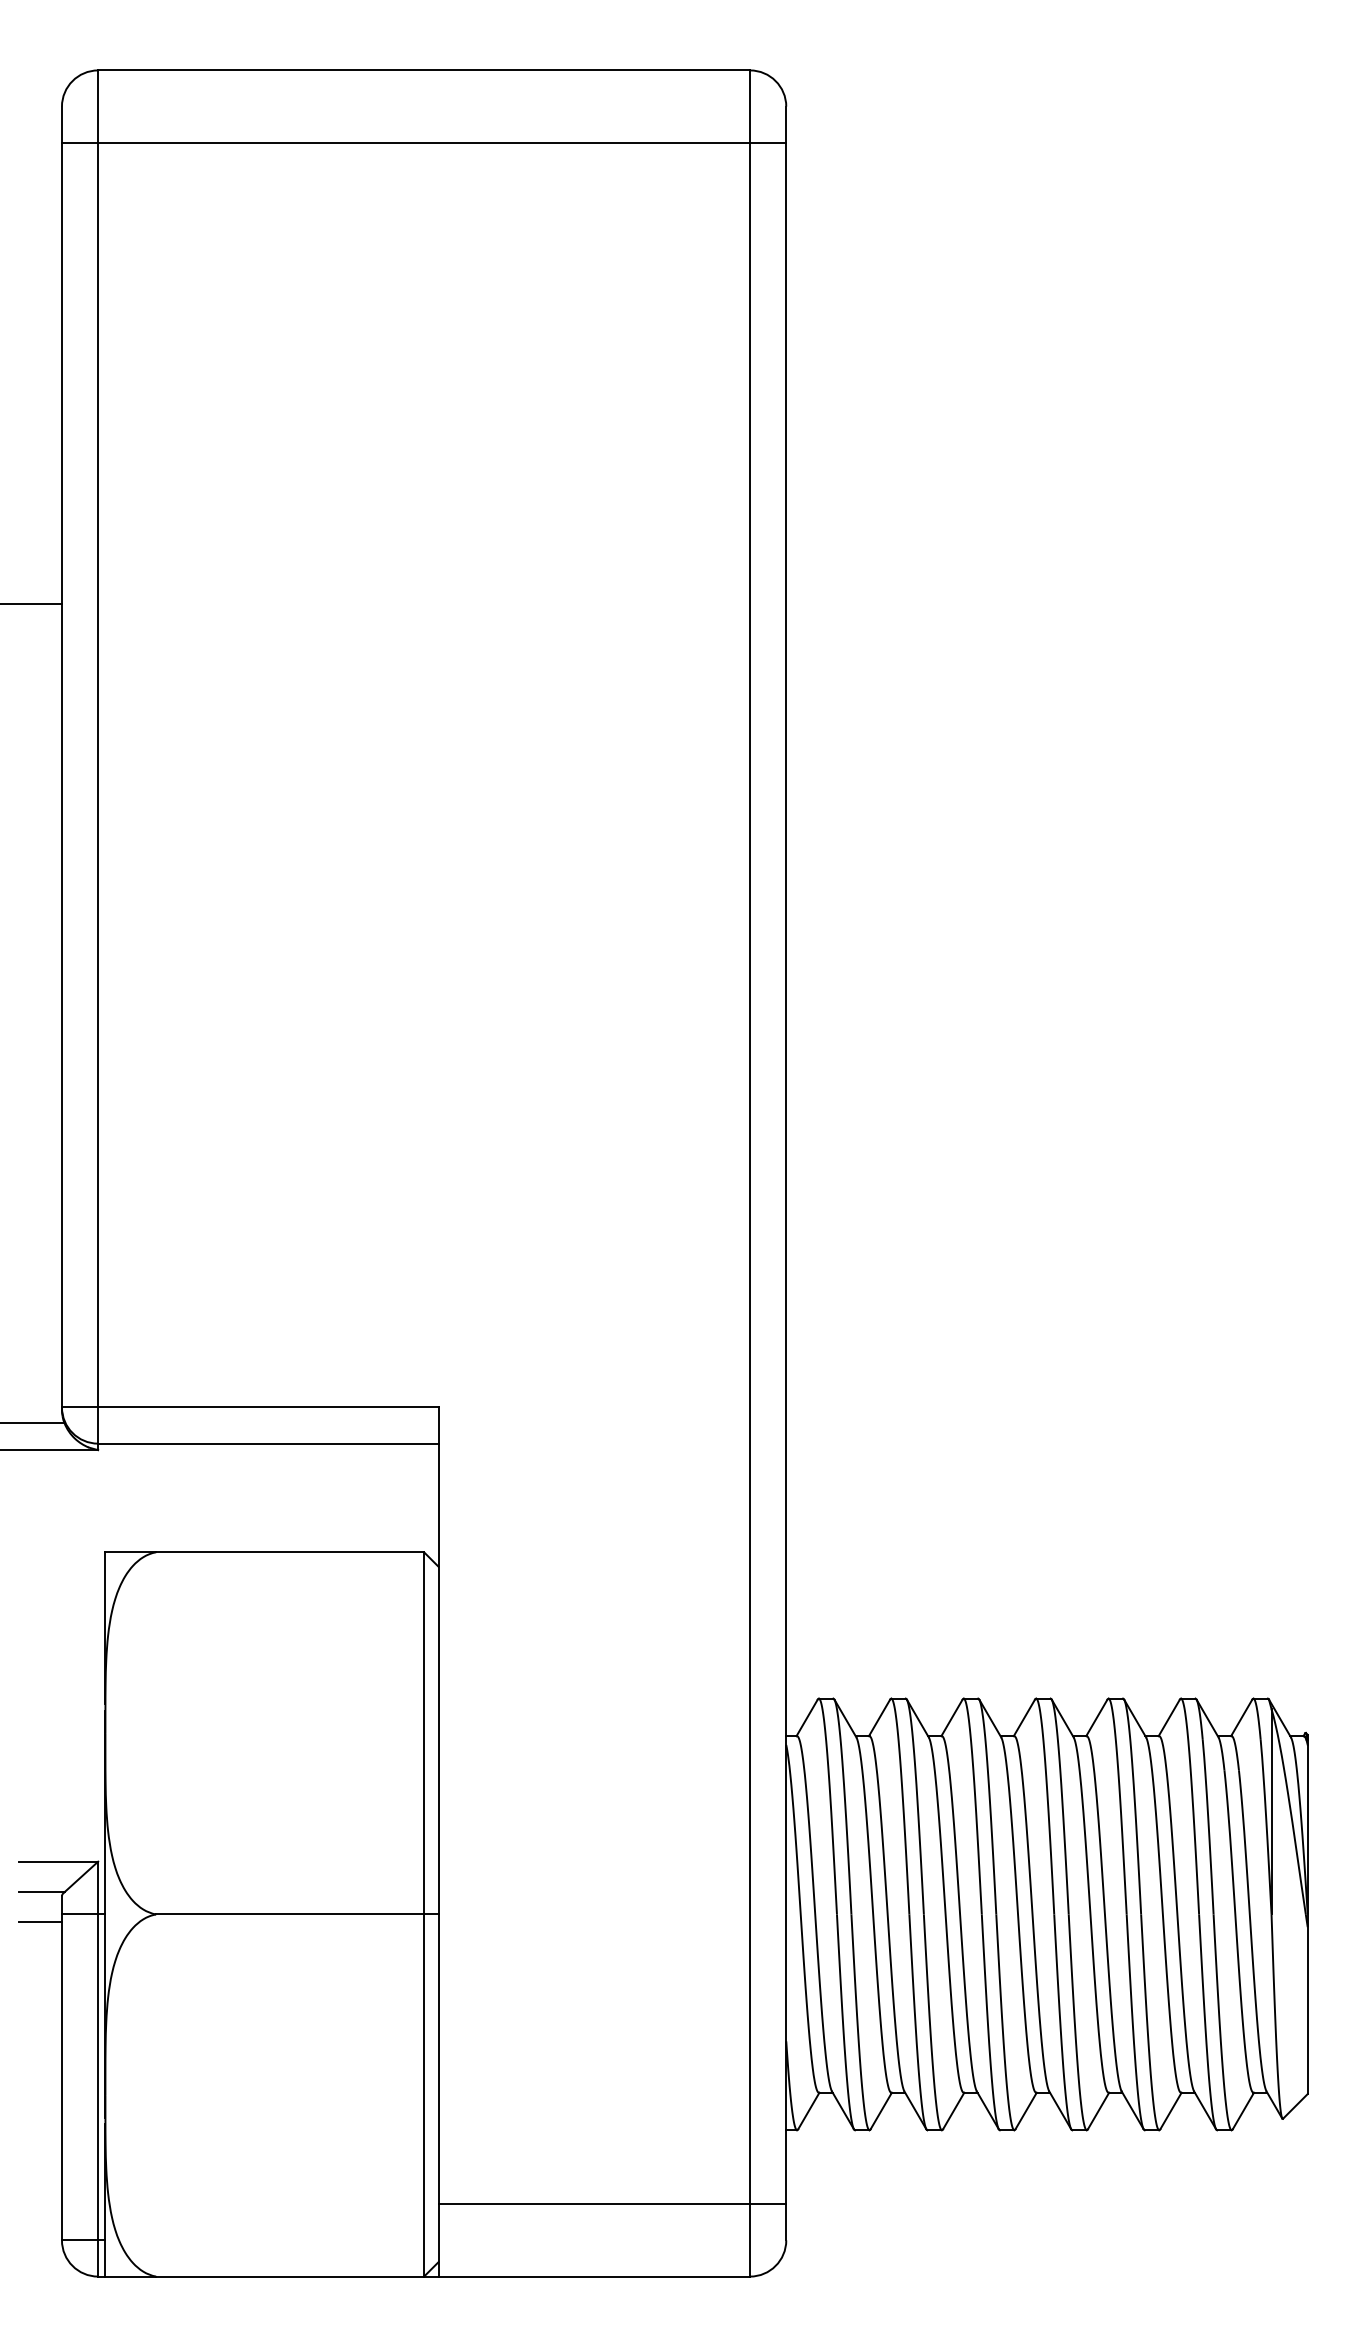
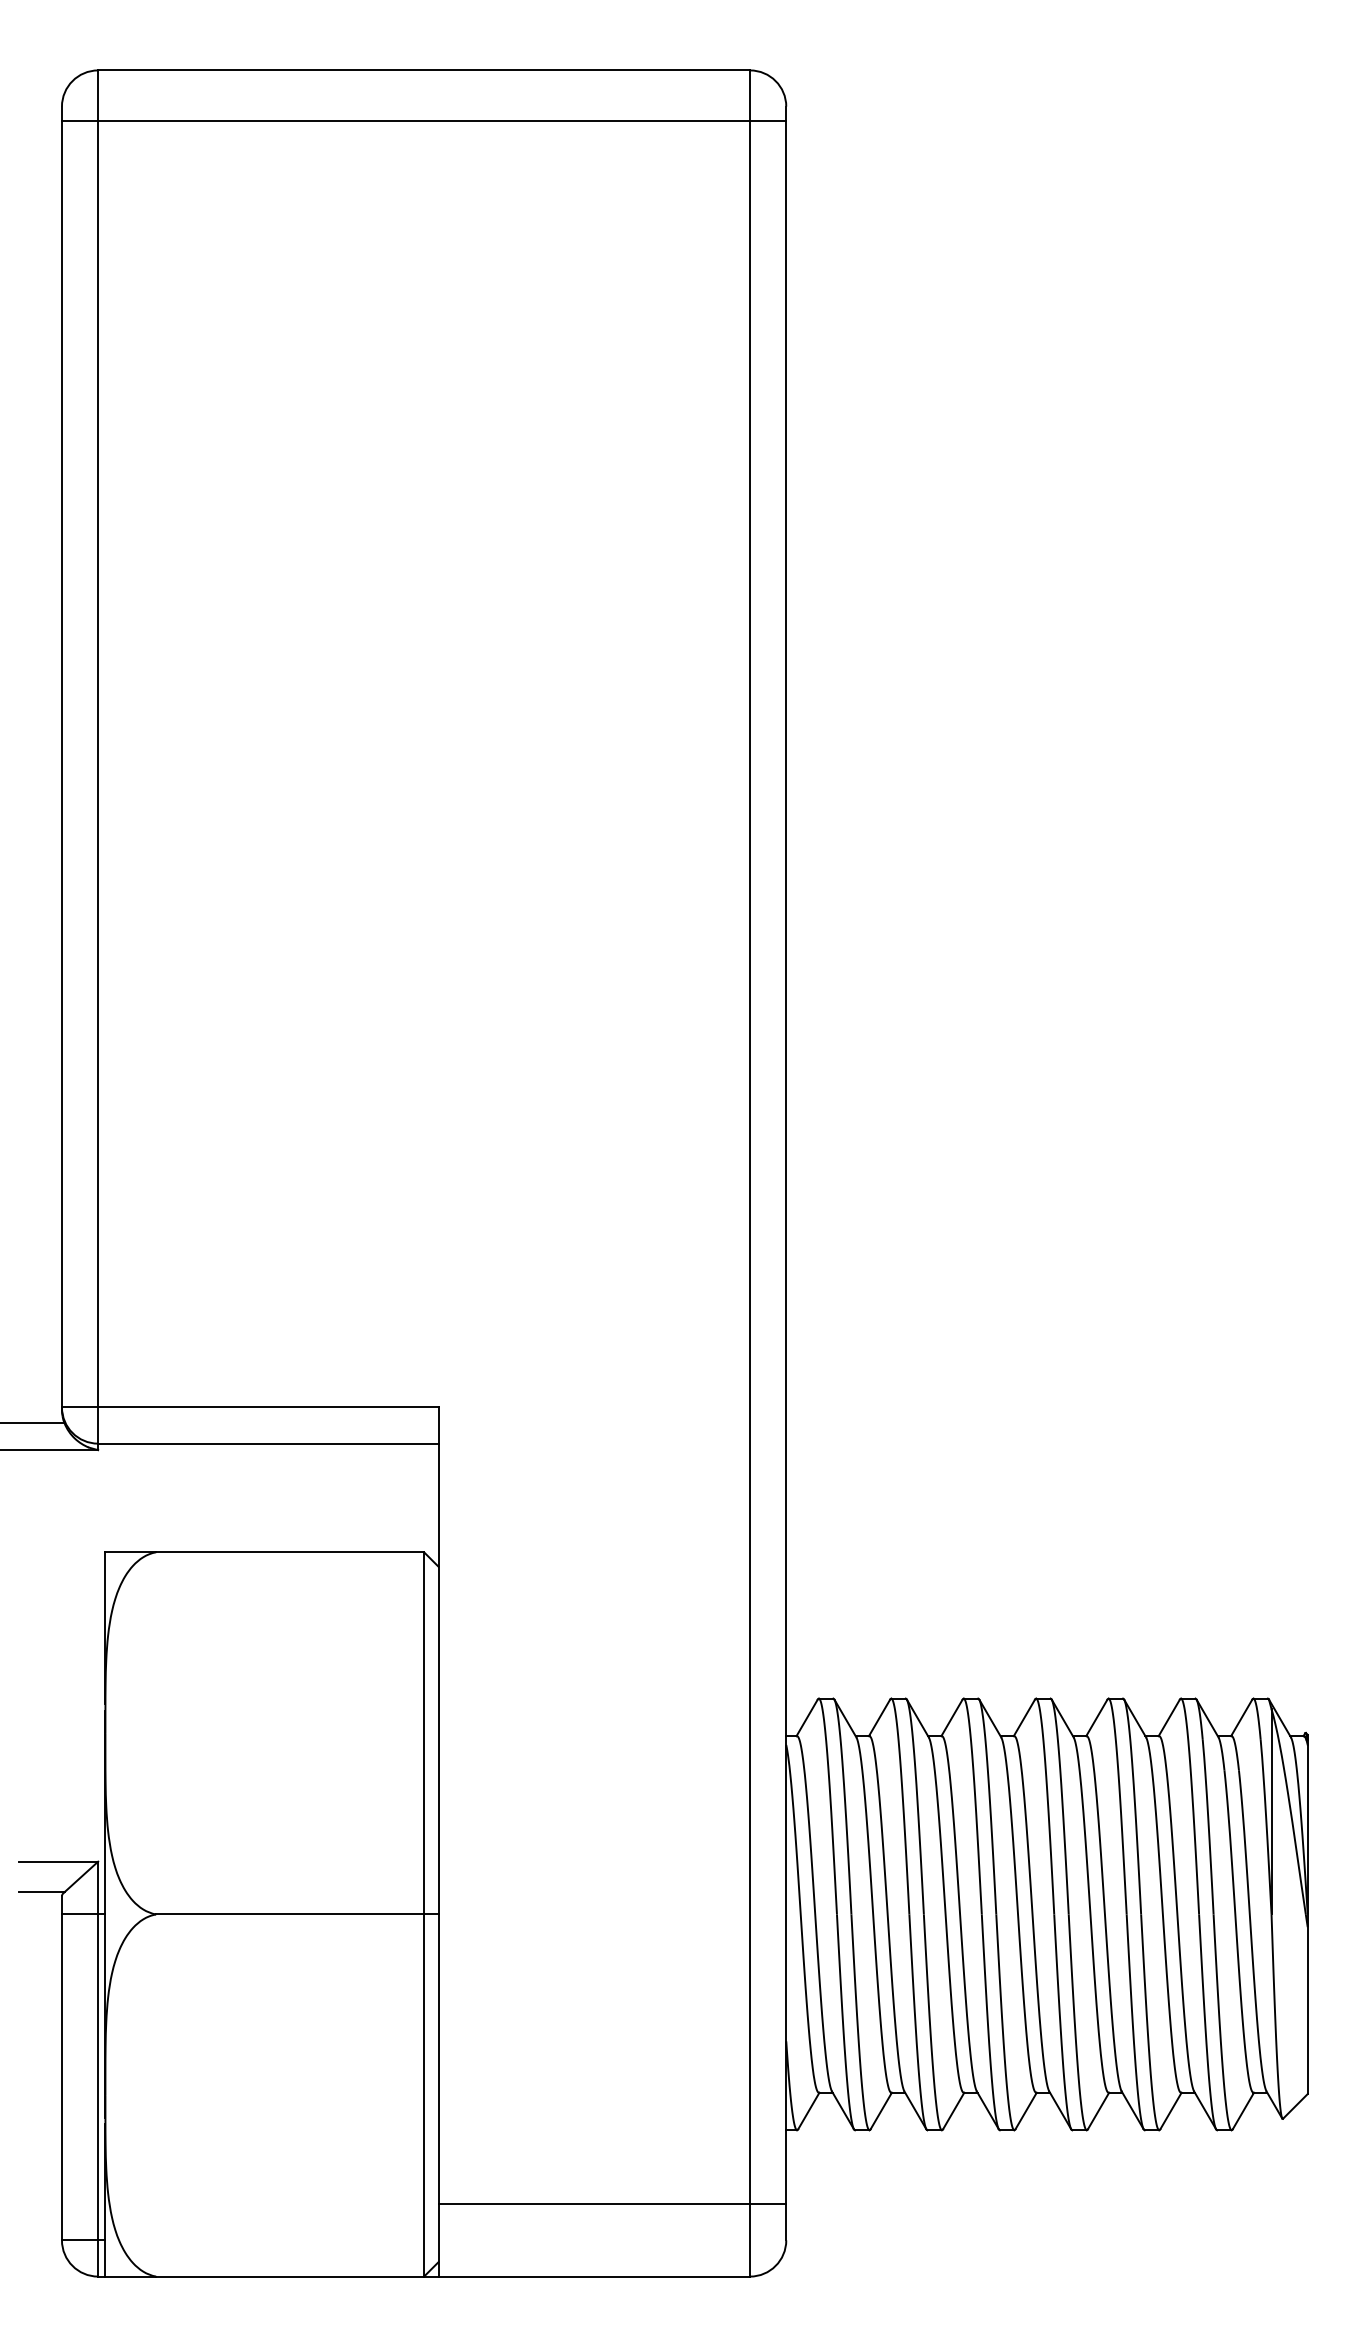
line at (423, 142) position: (423, 142) -> (423, 120)
line at (31, 603): present -> none
line at (39, 1921): present -> none
